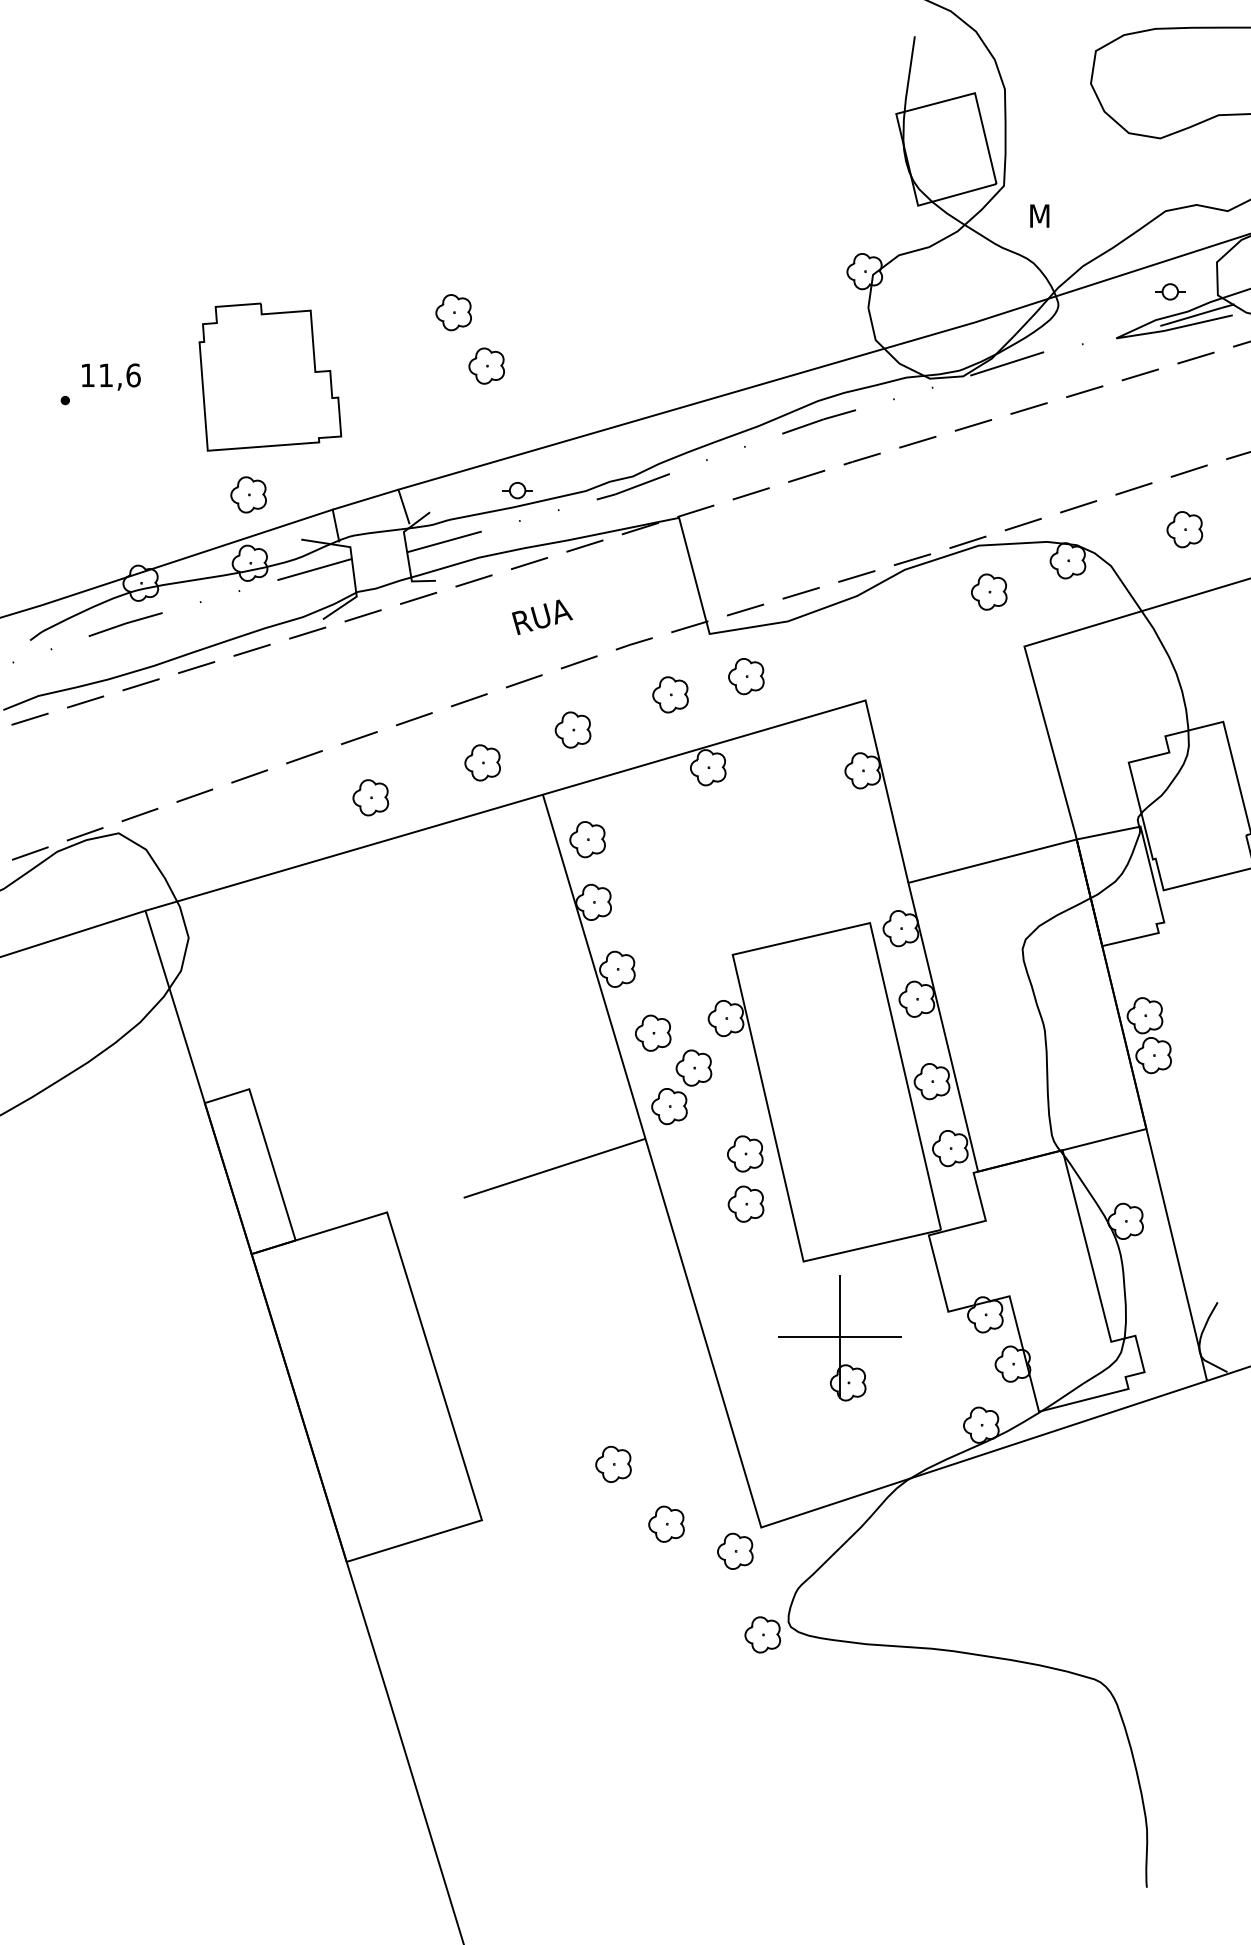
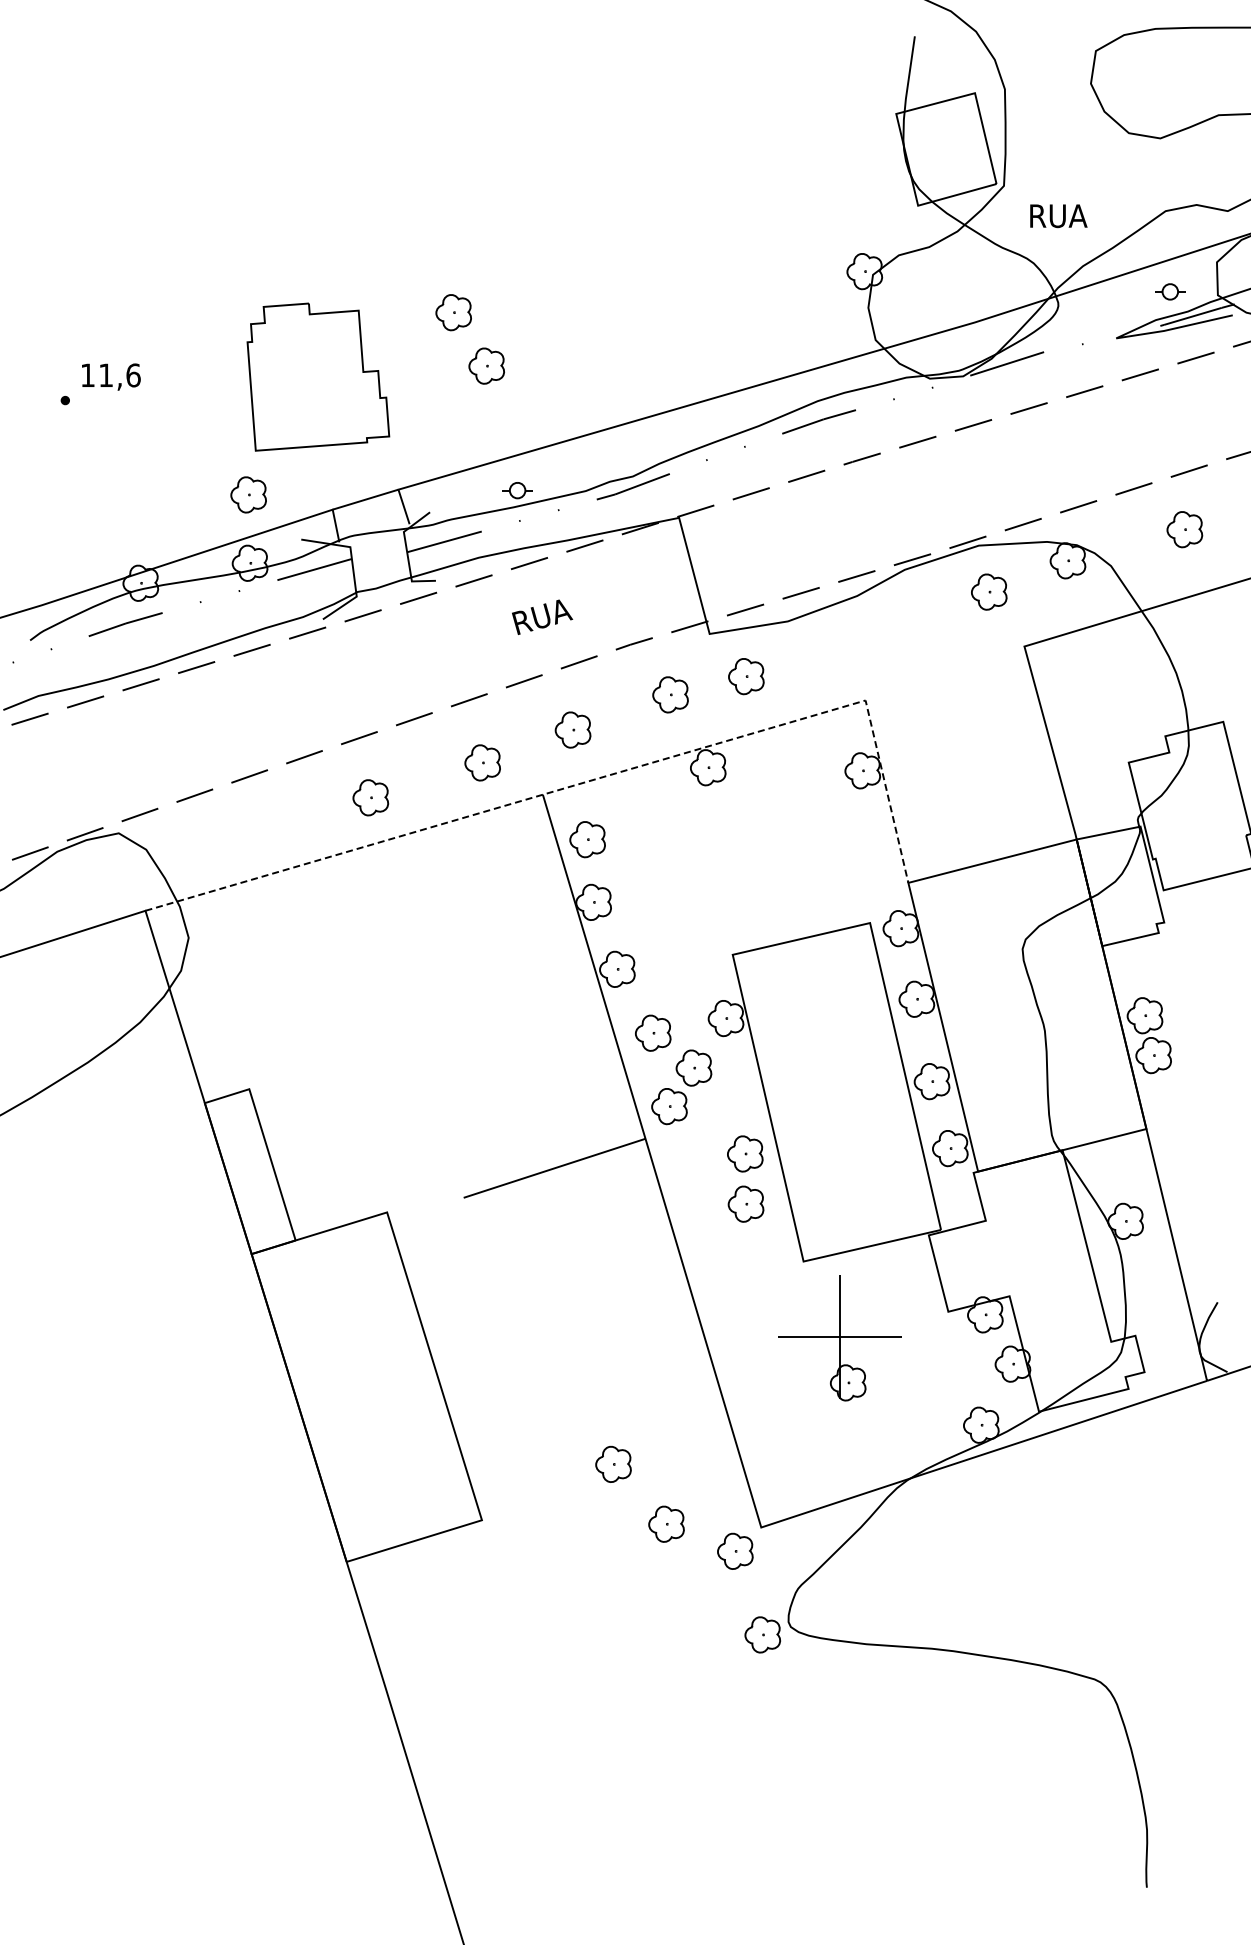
text at (1060, 216): M -> RUA
part at (270, 376) position: (270, 376) -> (318, 376)
line at (595, 779): solid -> dashed
